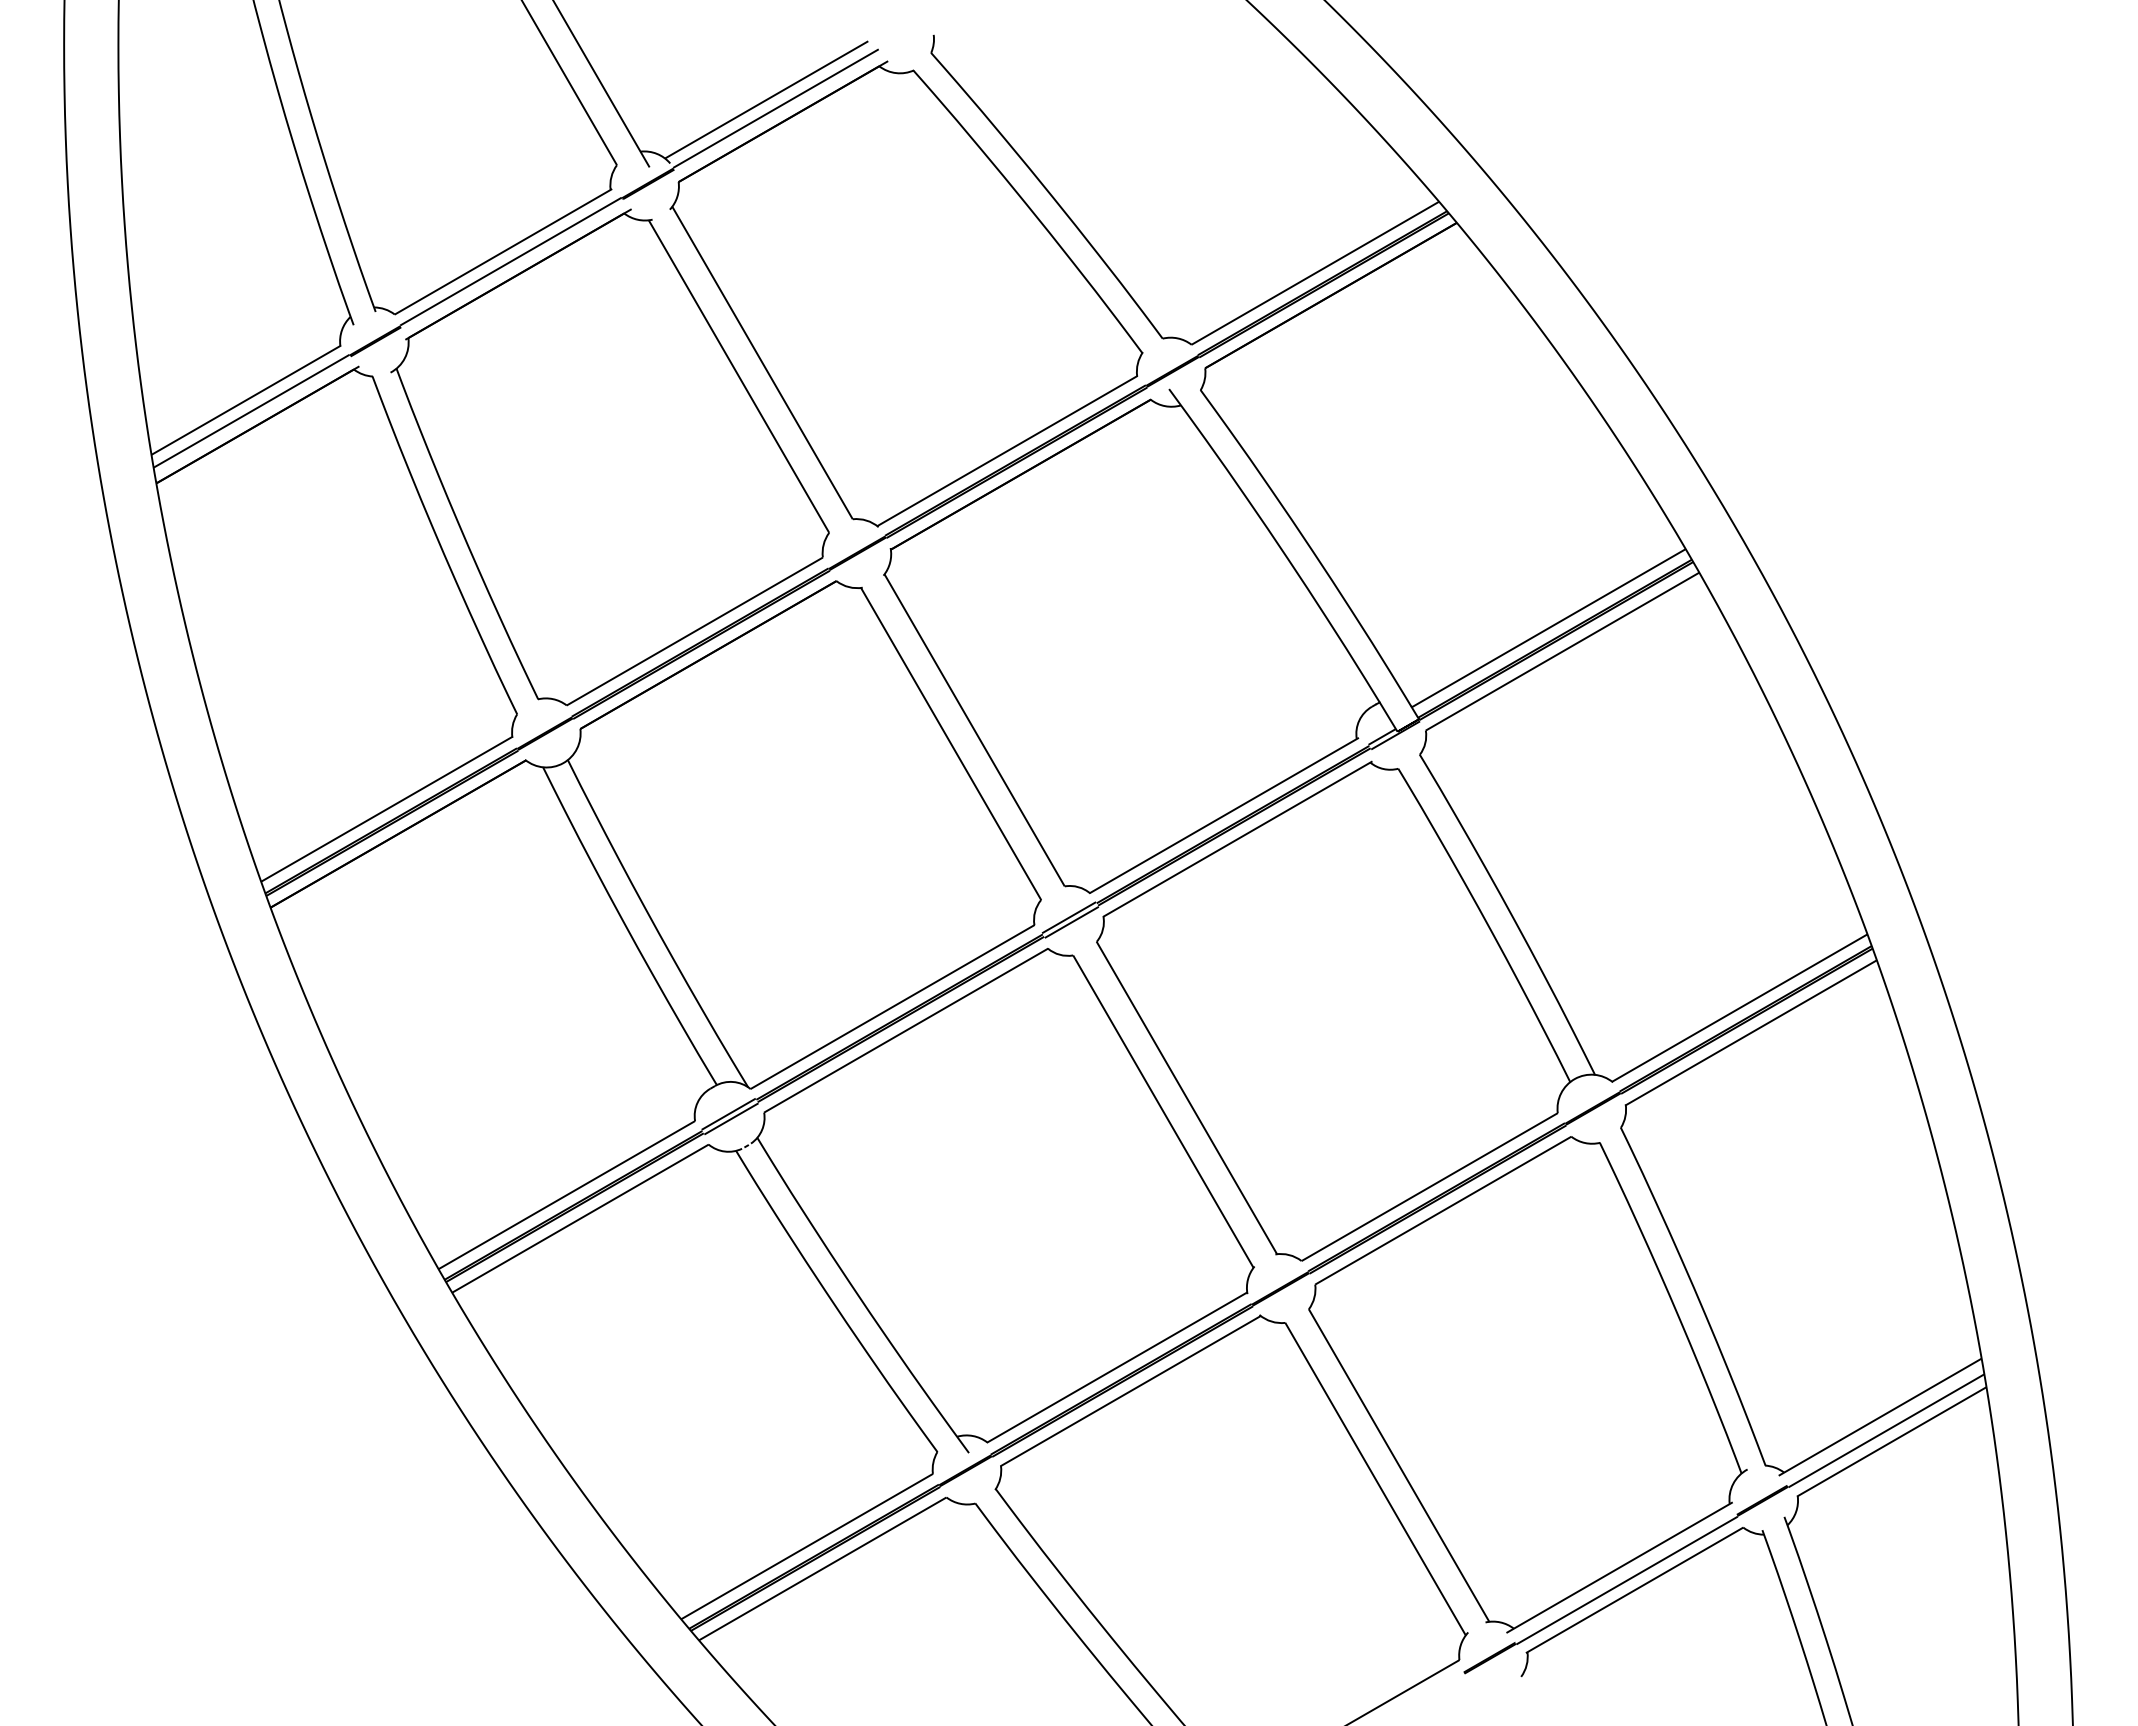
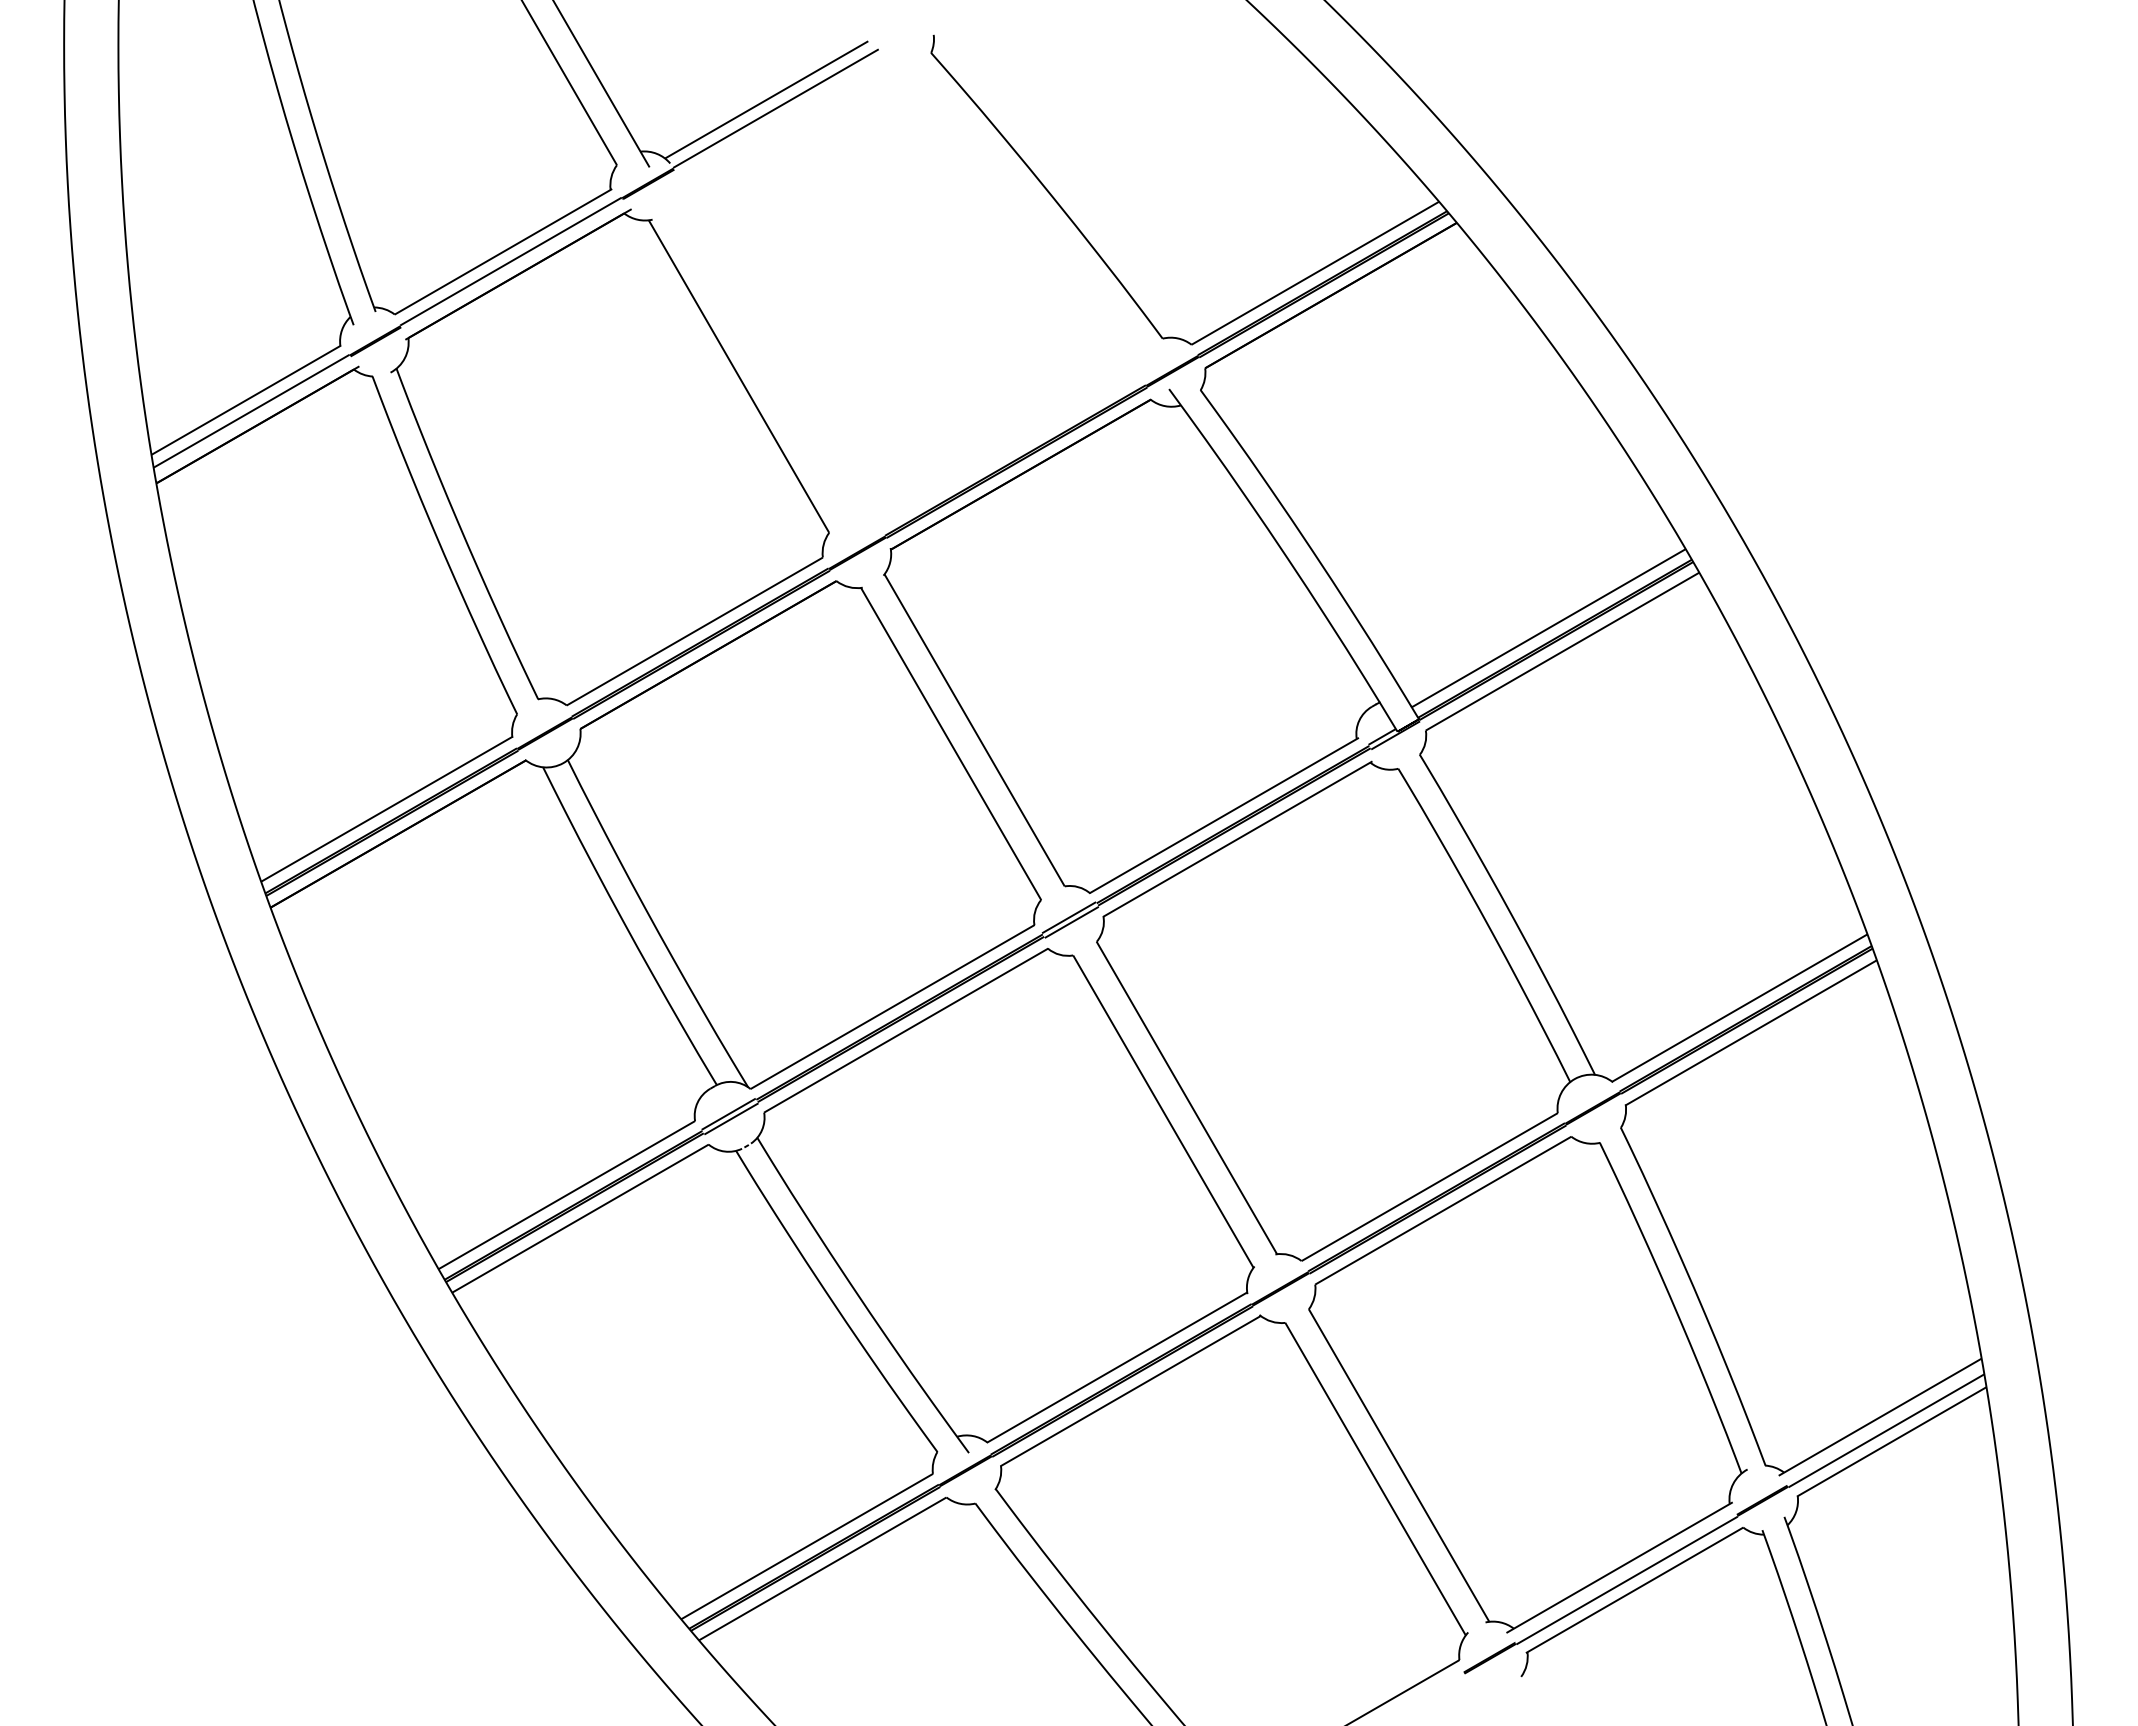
part at (906, 293): present -> none
